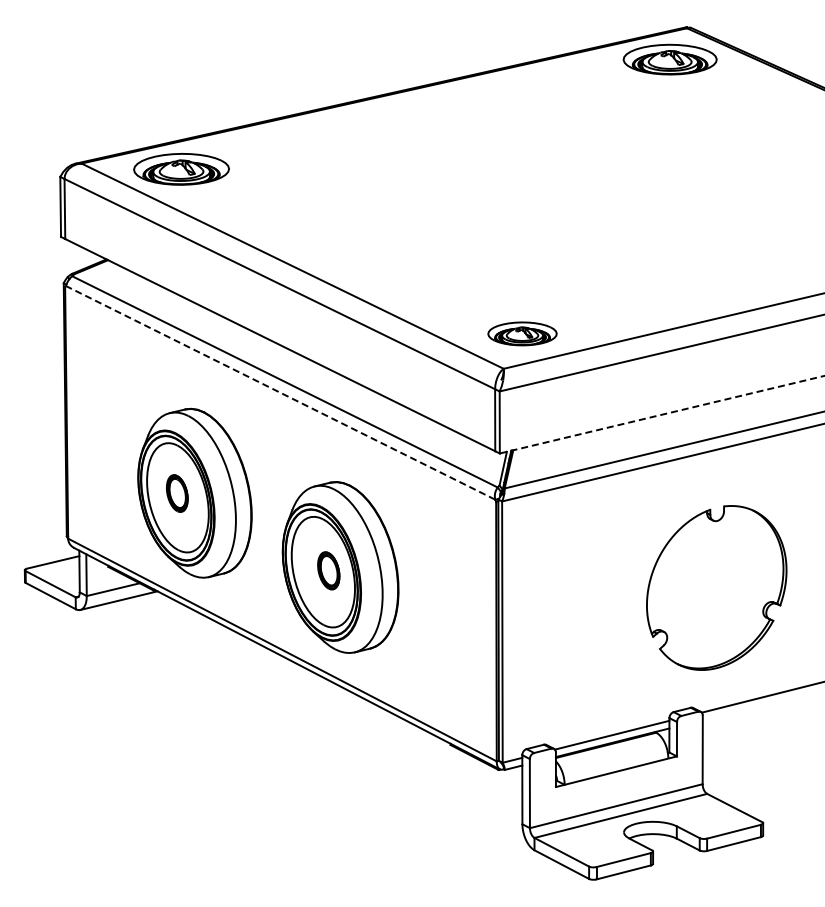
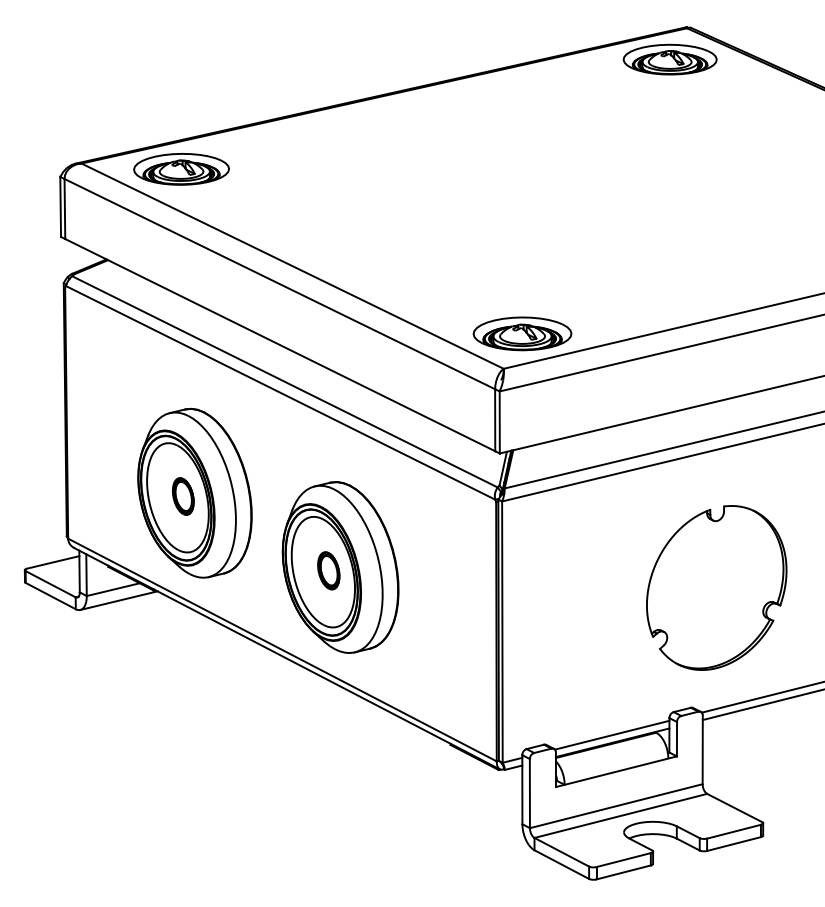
part at (522, 333) size: 71x26 px -> 101x36 px
line at (280, 392): dashed -> solid
line at (662, 414): dashed -> solid
part at (177, 493) position: (177, 493) -> (183, 496)
line at (761, 705): none -> present
